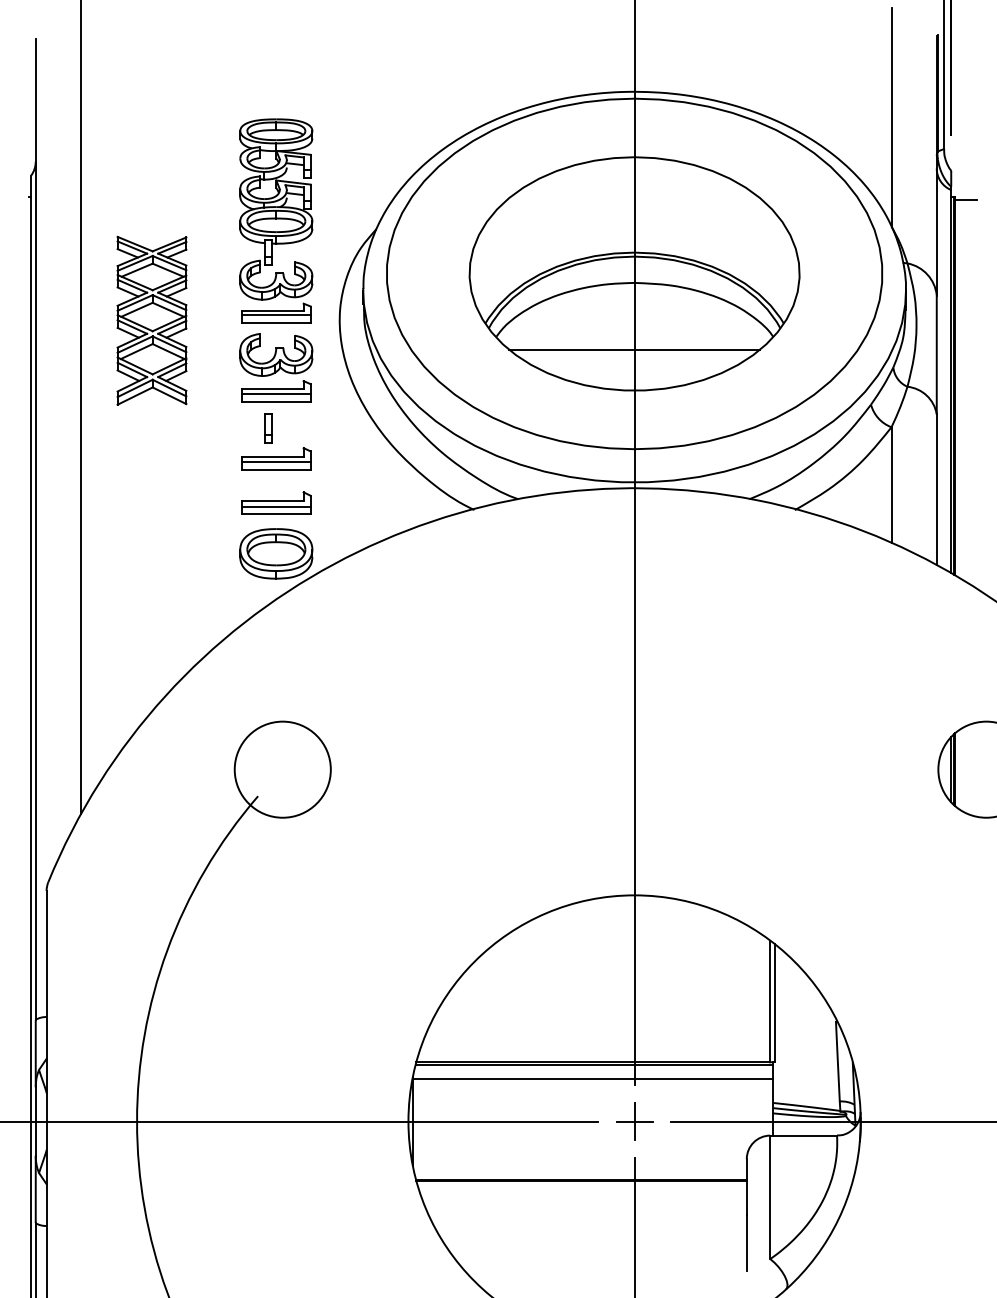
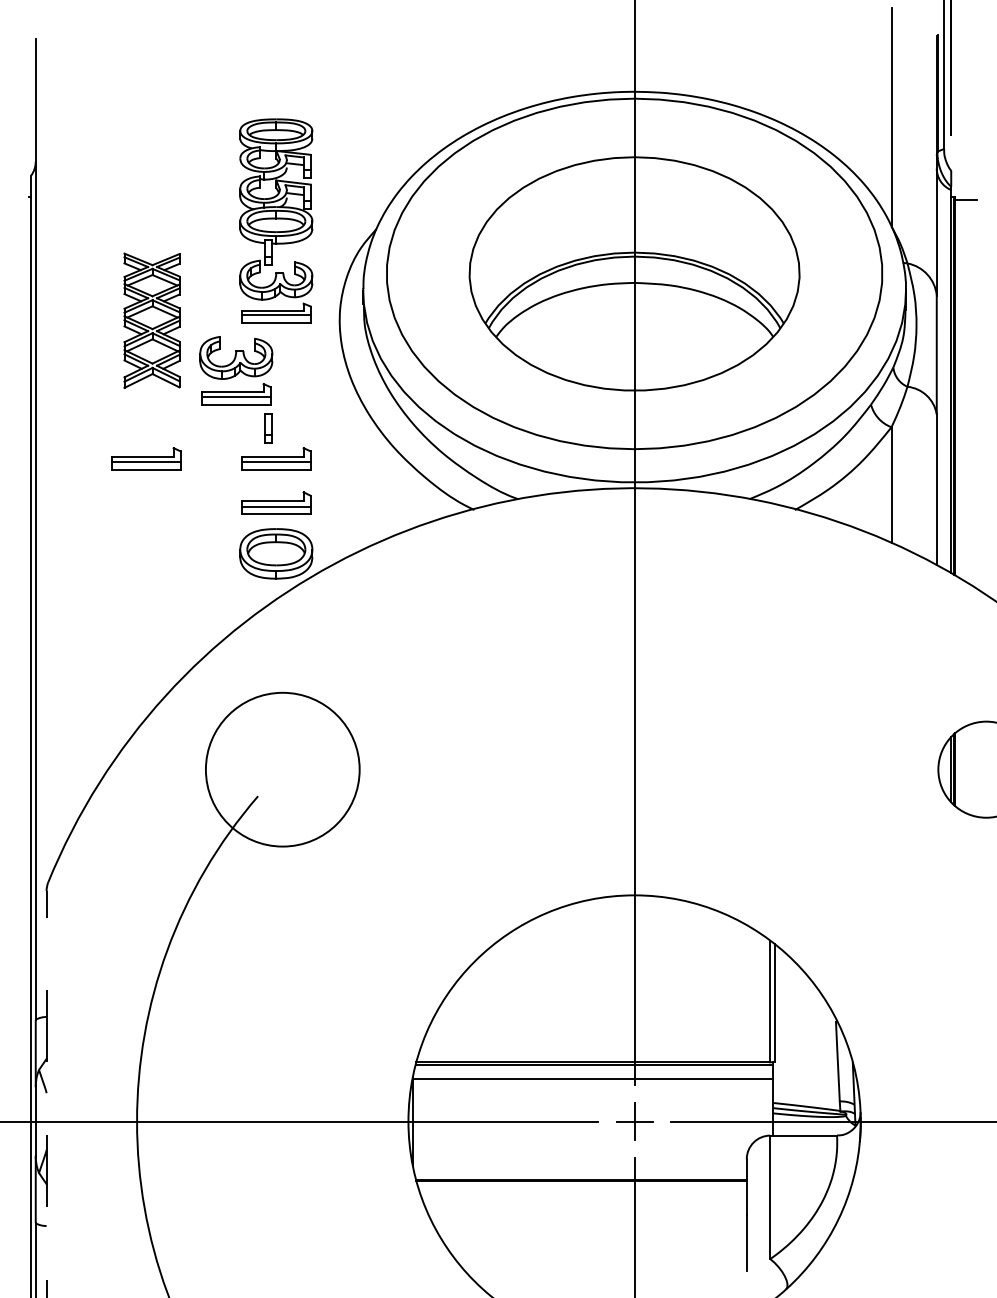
part at (151, 320) size: 72x171 px -> 58x137 px
line at (634, 349): present -> none
part at (276, 367) position: (276, 367) -> (236, 370)
line at (80, 408): present -> none
part at (146, 458): none -> present
circle at (282, 769) diameter: 96 px -> 154 px
line at (46, 1094): solid -> dashed
